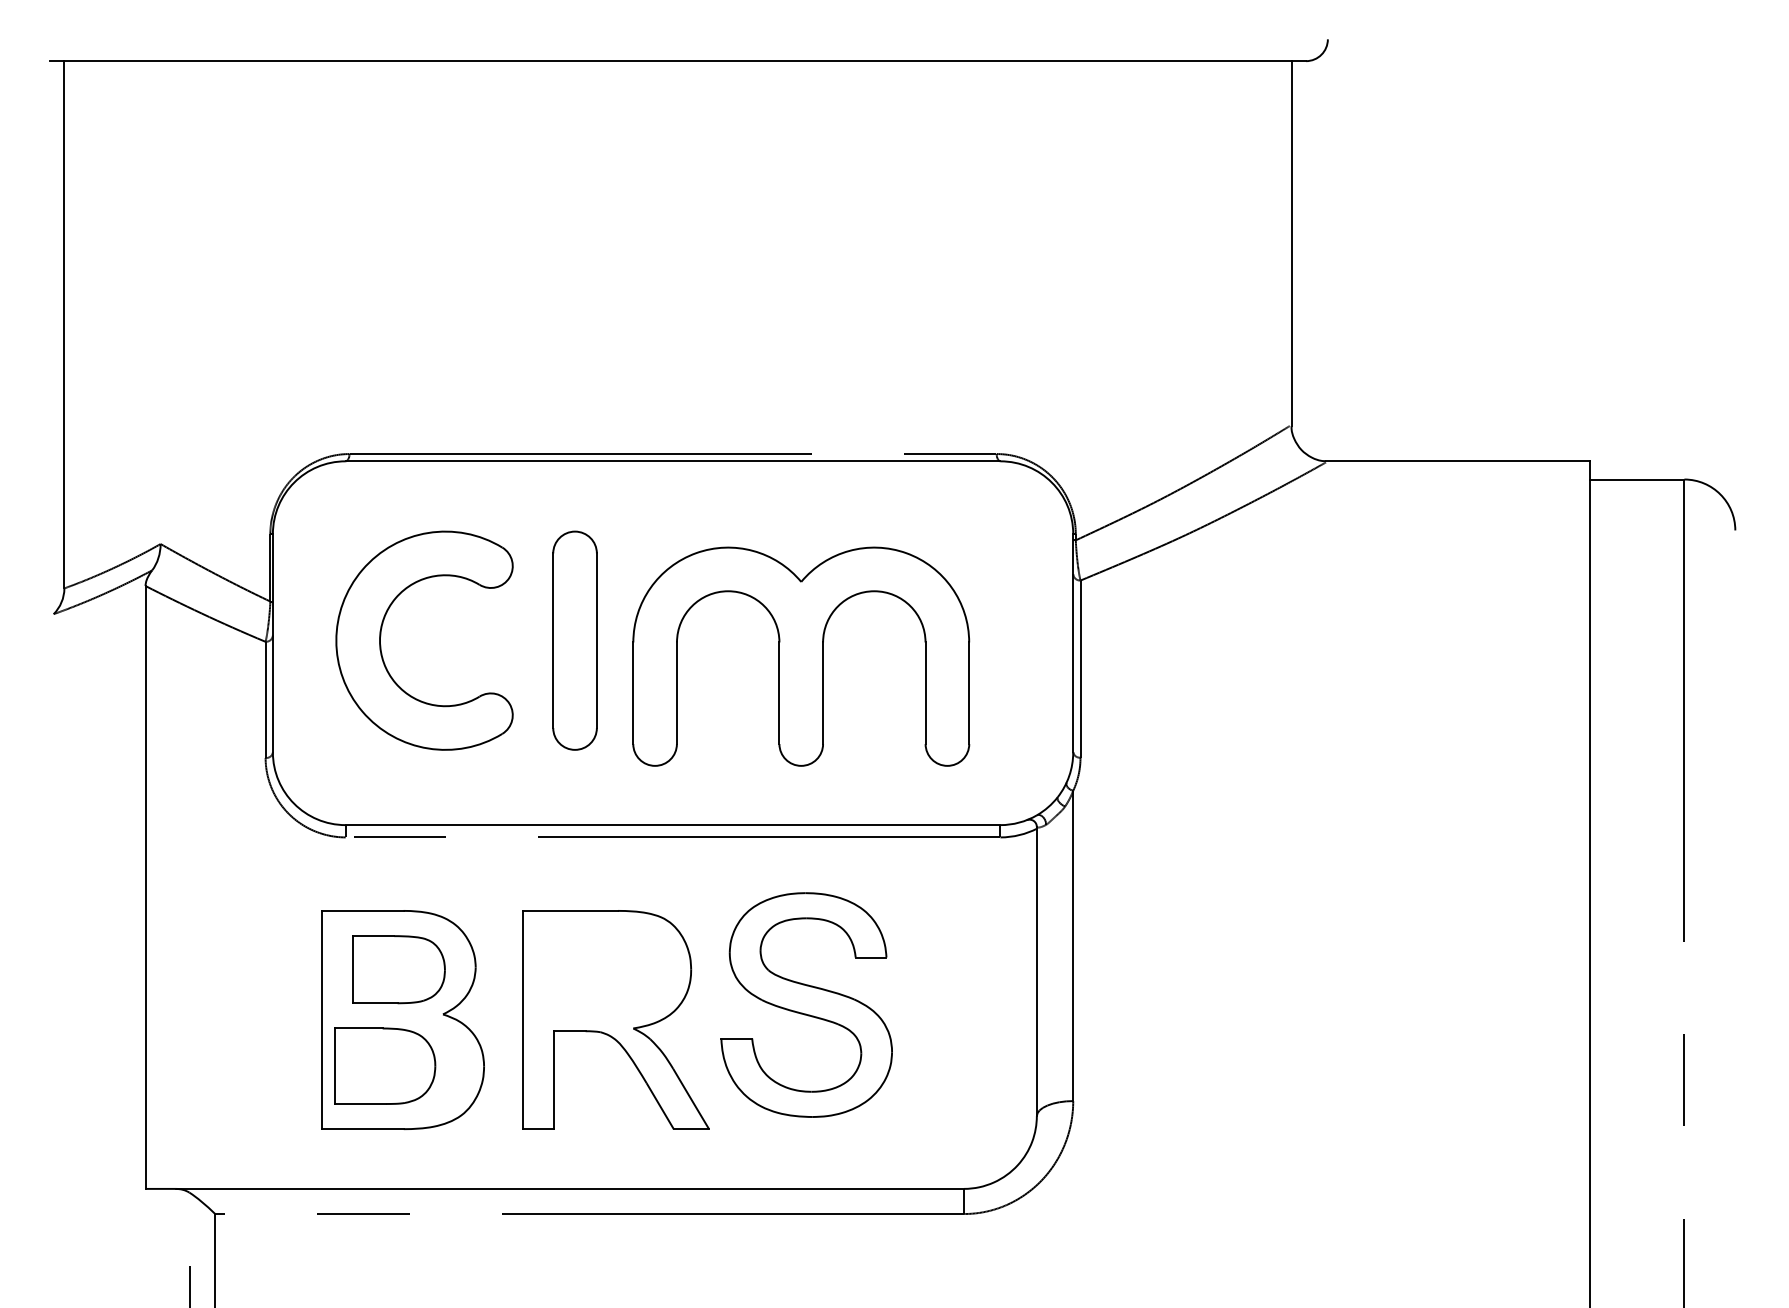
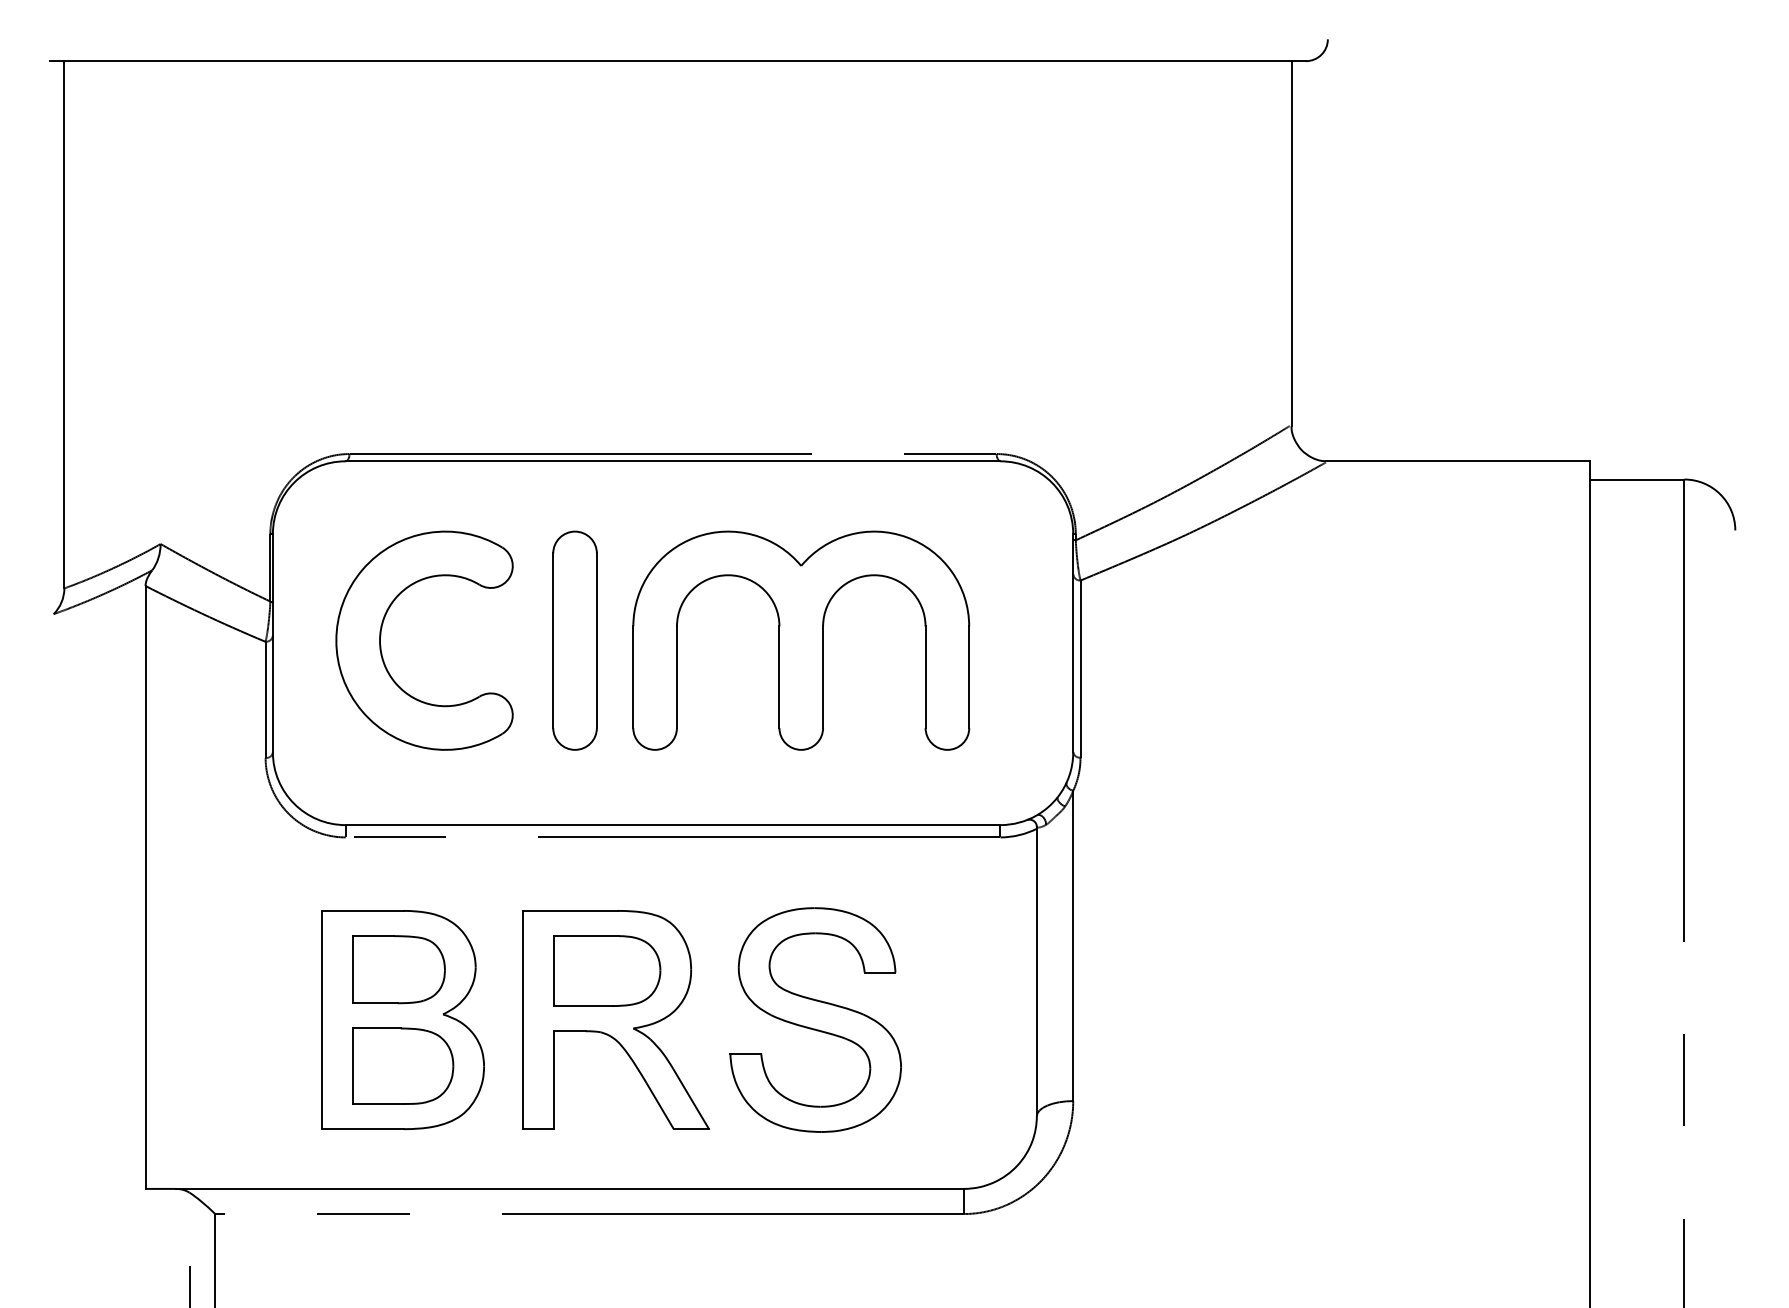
part at (801, 656) position: (801, 656) -> (801, 640)
part at (607, 970): none -> present
part at (806, 1004) position: (806, 1004) -> (815, 1019)
part at (385, 1065) position: (385, 1065) -> (403, 1065)
